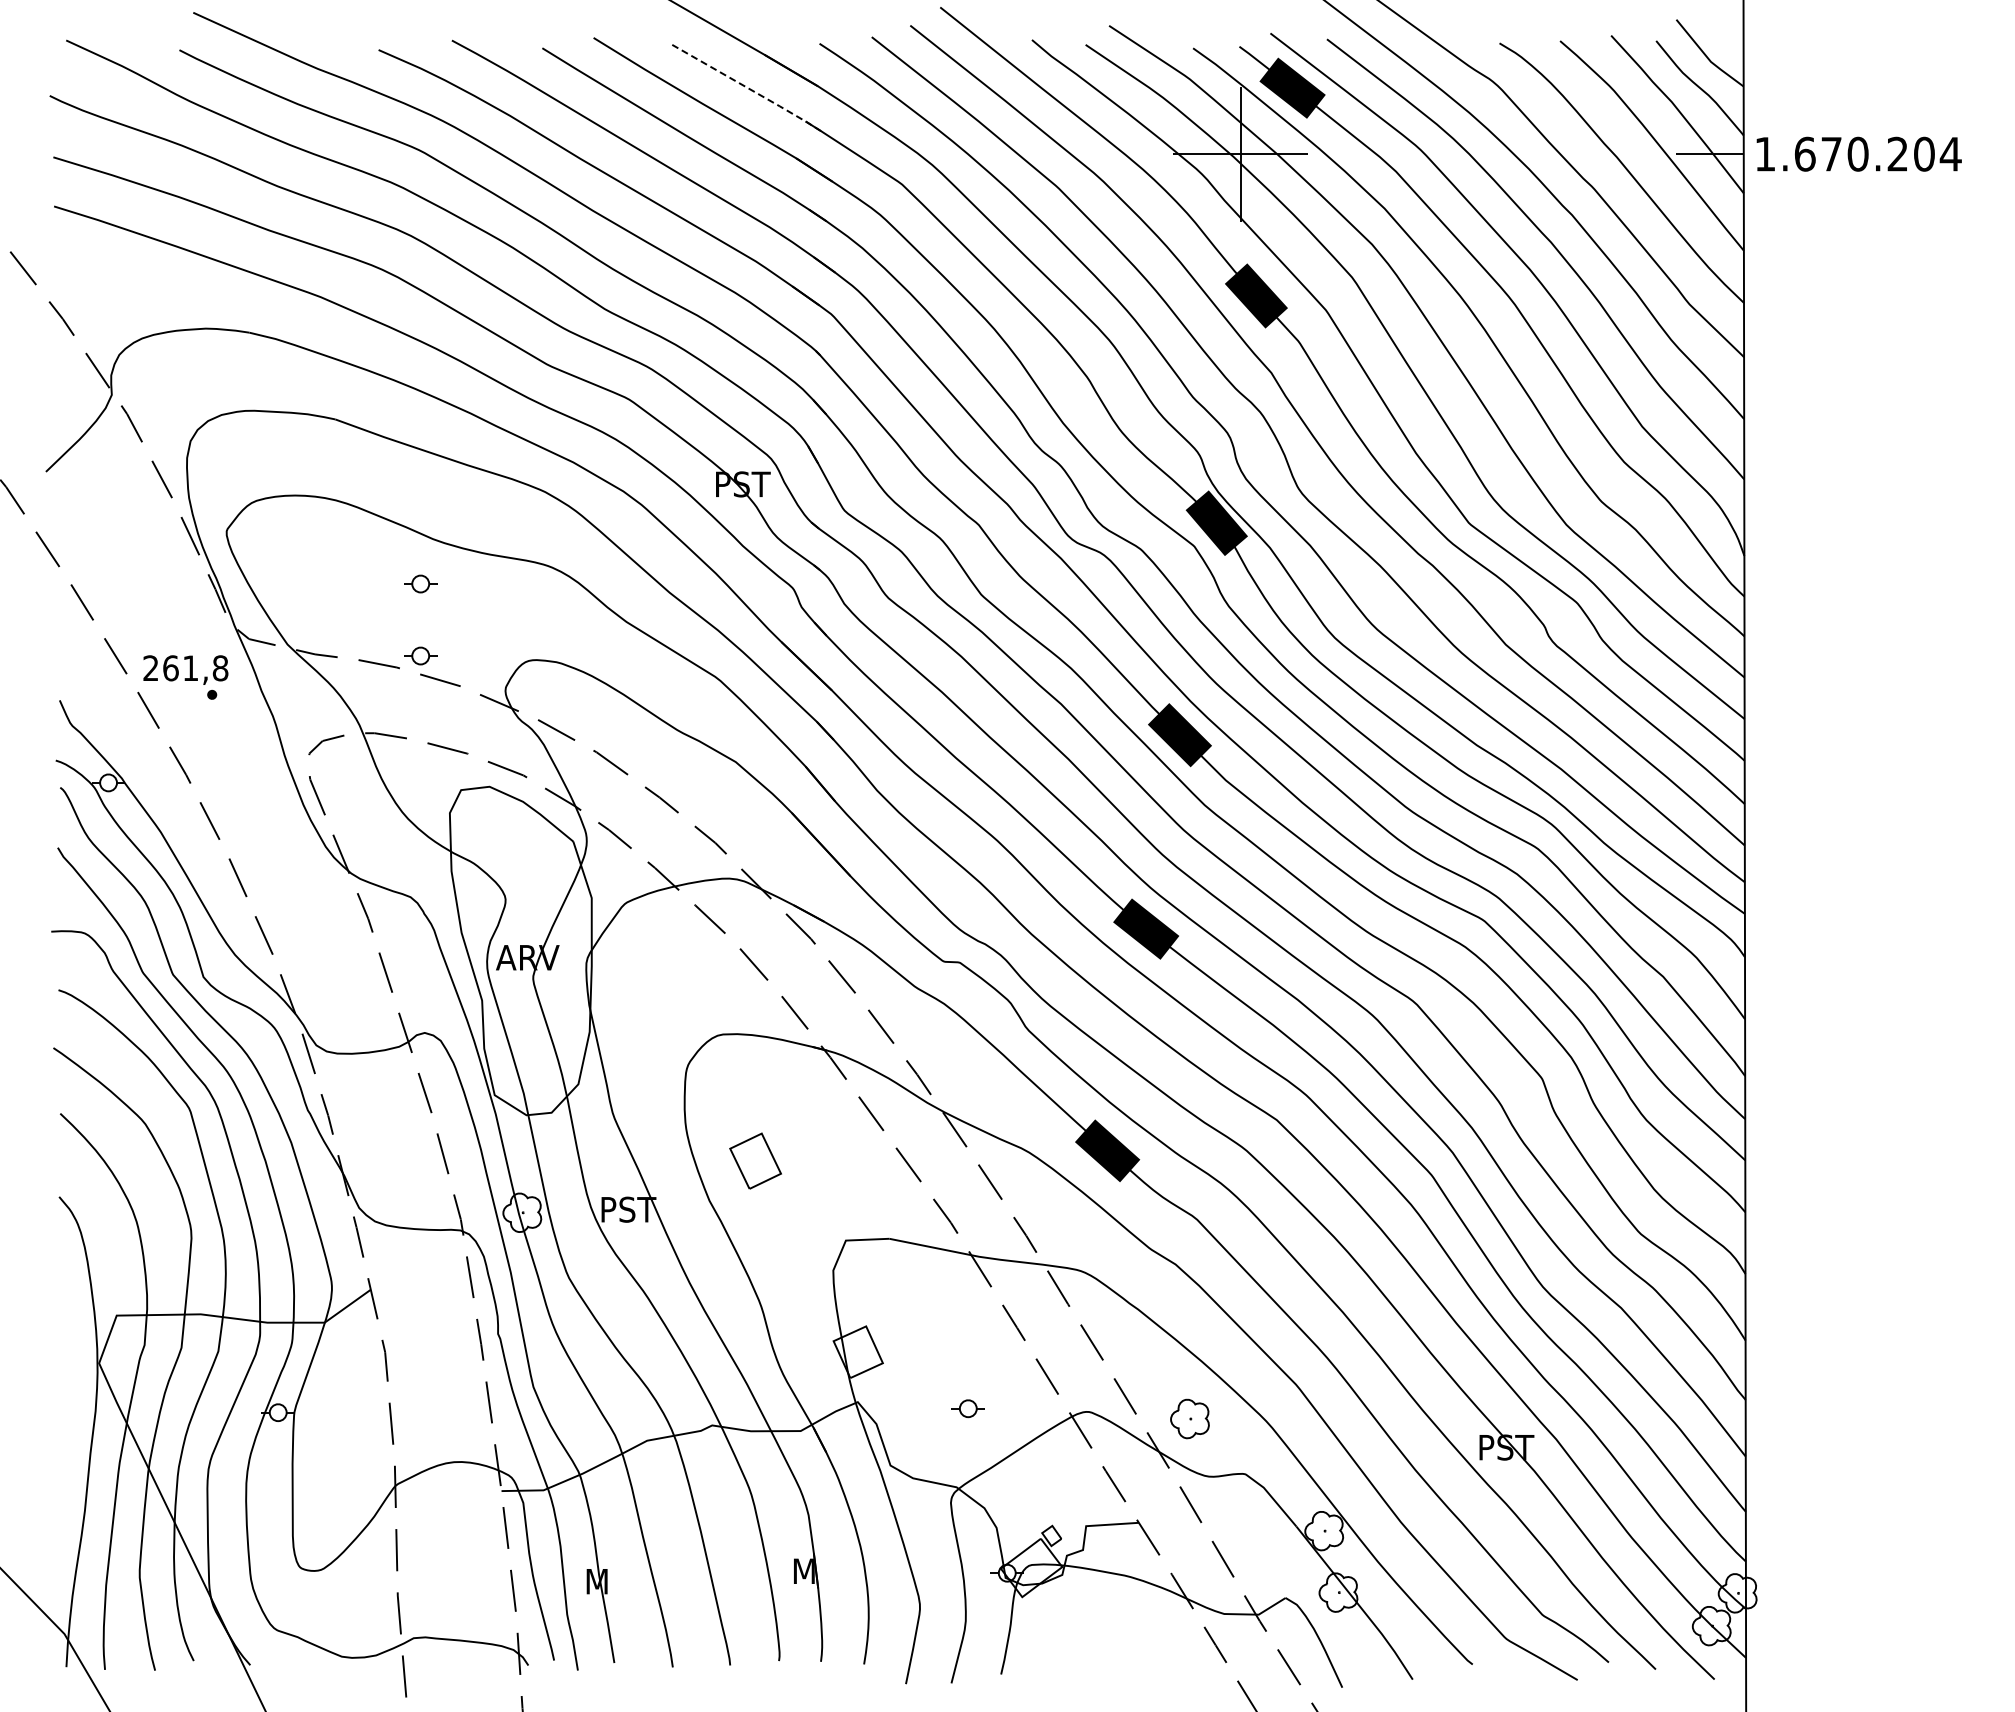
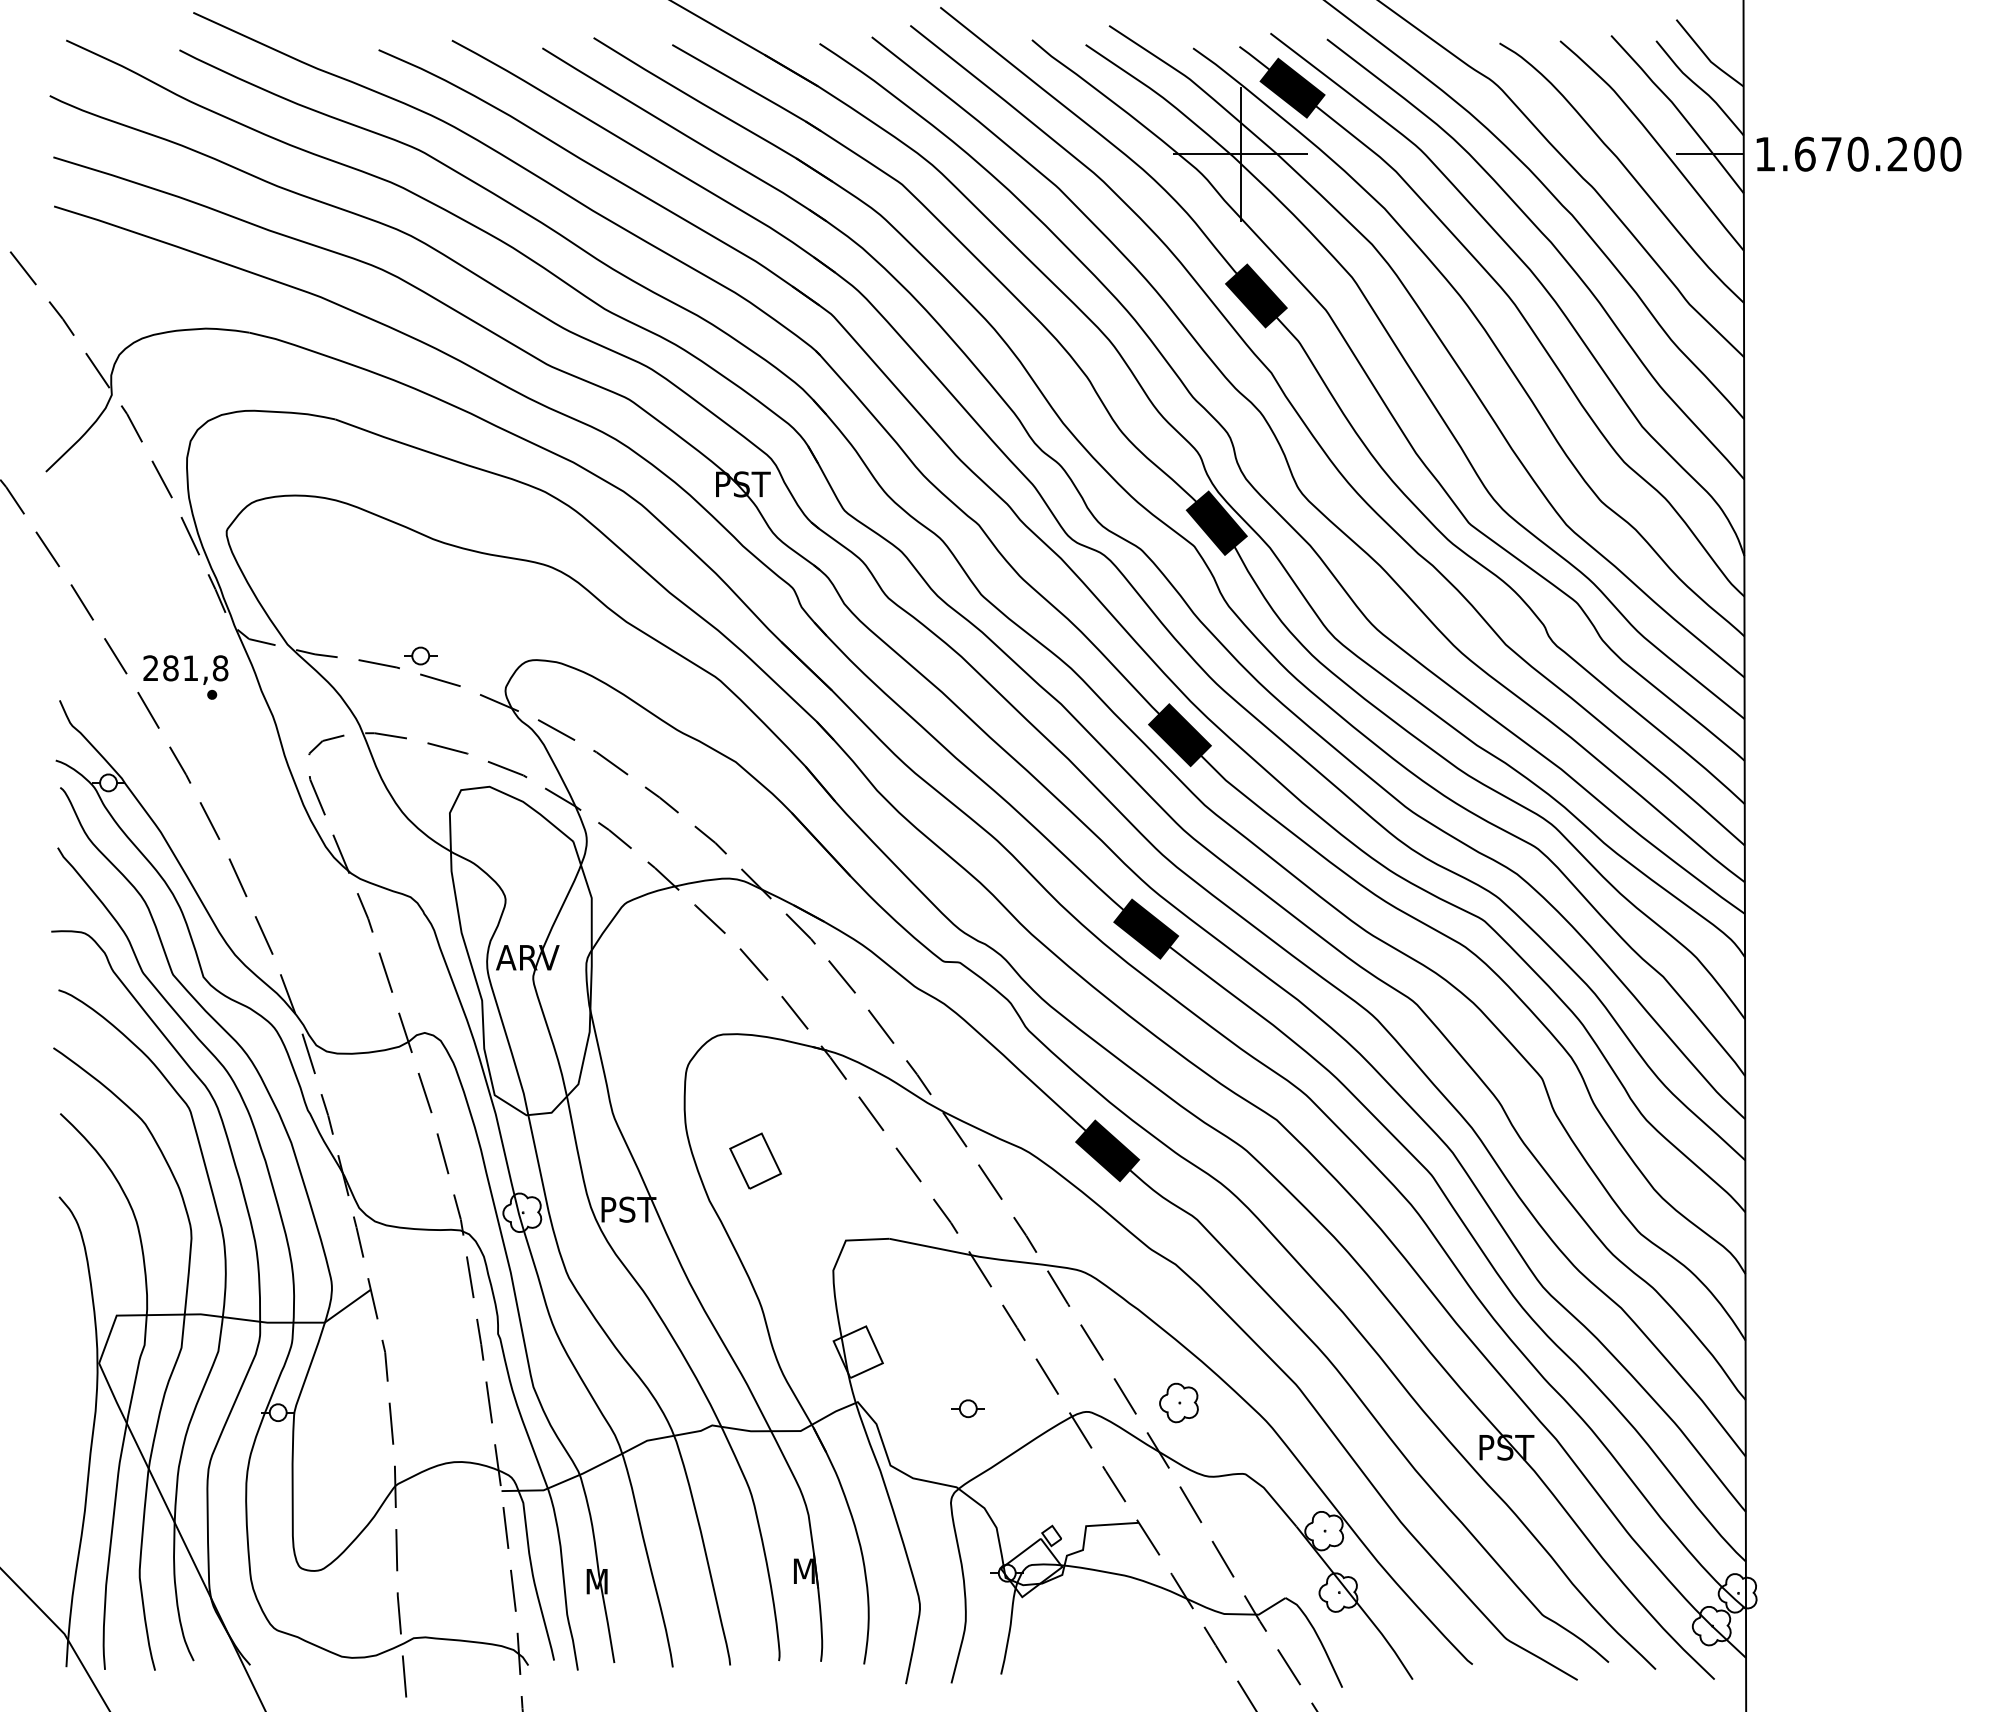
line at (747, 88): dashed -> solid
text at (1950, 153): 1.670.204 -> 1.670.200
part at (420, 583): present -> none
text at (170, 668): 261,8 -> 281,8
part at (1189, 1418) position: (1189, 1418) -> (1178, 1402)
